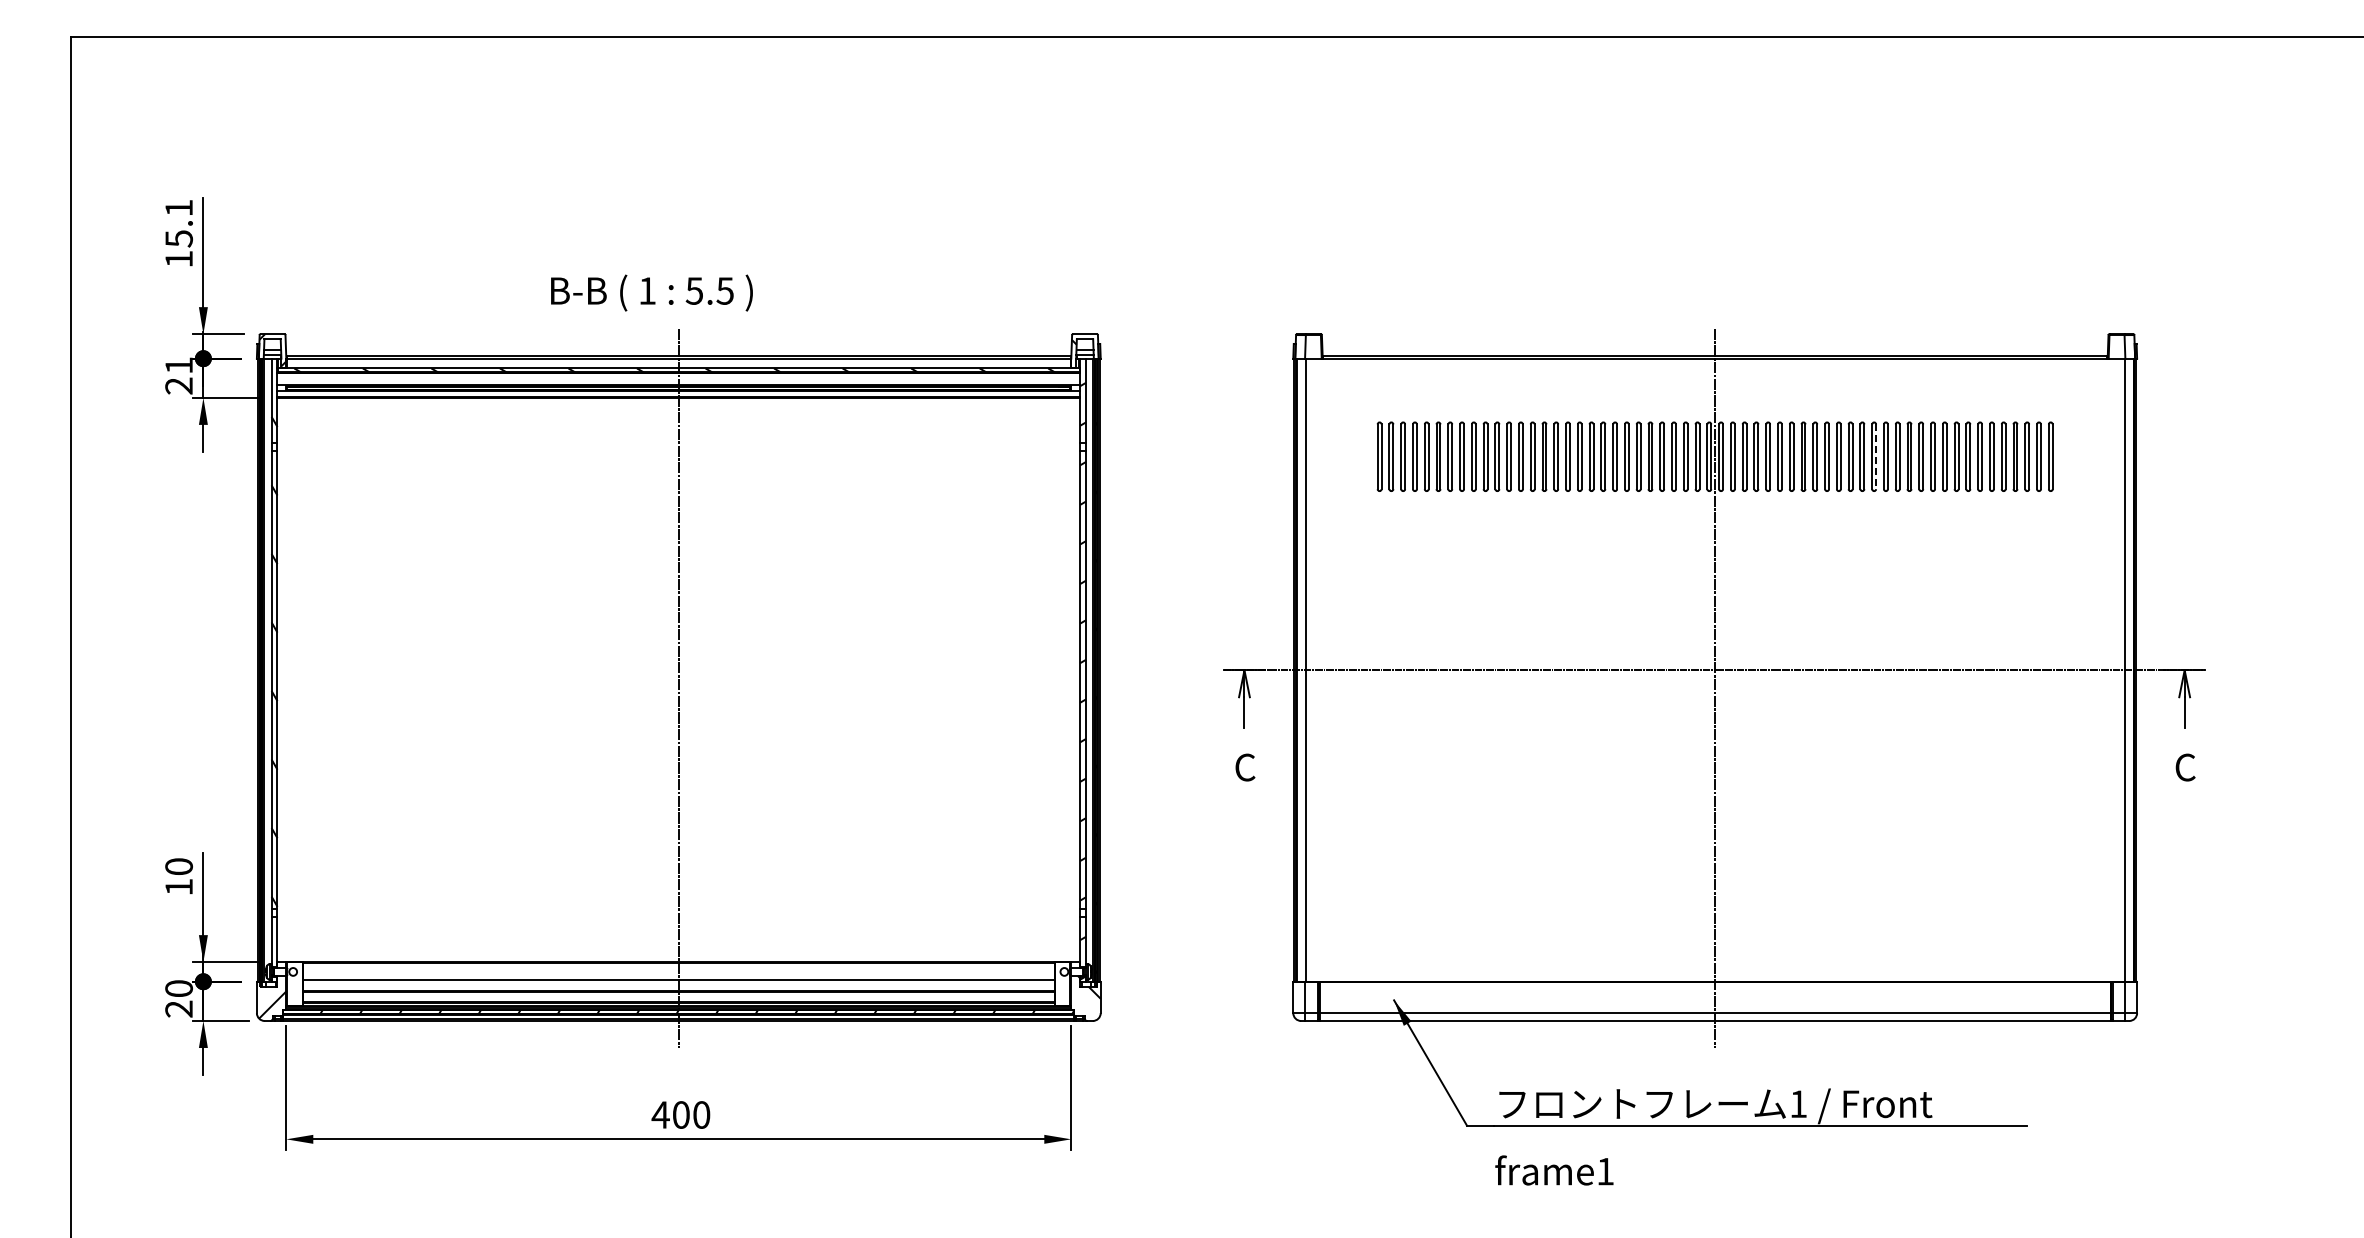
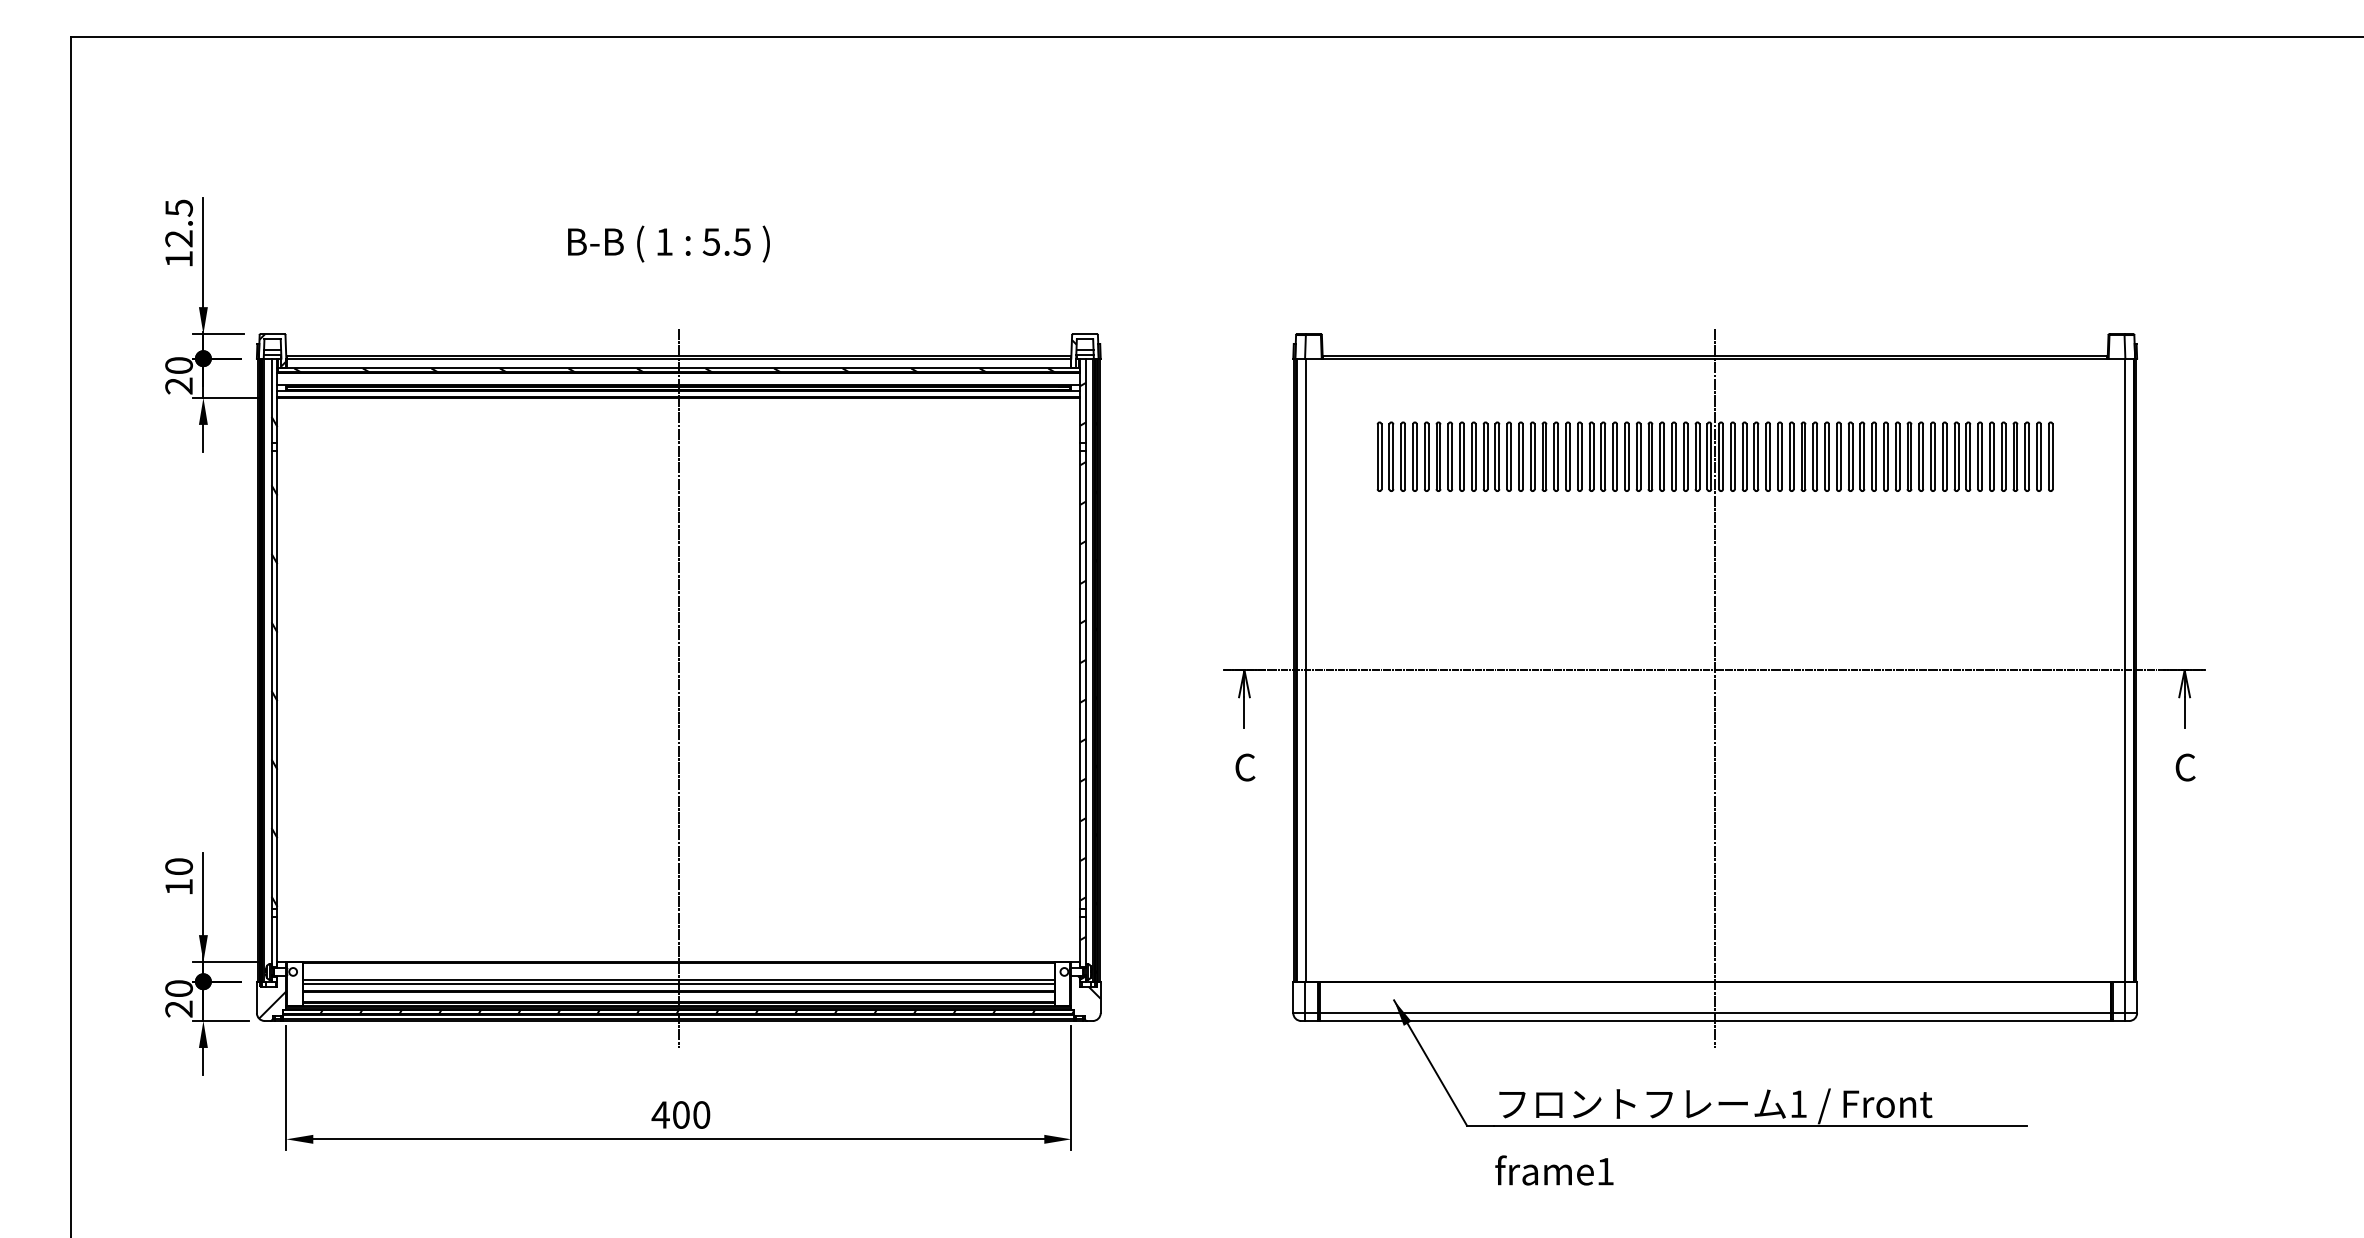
text at (178, 223): 15.1 -> 12.5
text at (651, 292) position: (651, 292) -> (668, 243)
text at (179, 365): 21 -> 20
line at (1876, 457): dashed -> solid
line at (678, 983): none -> present
